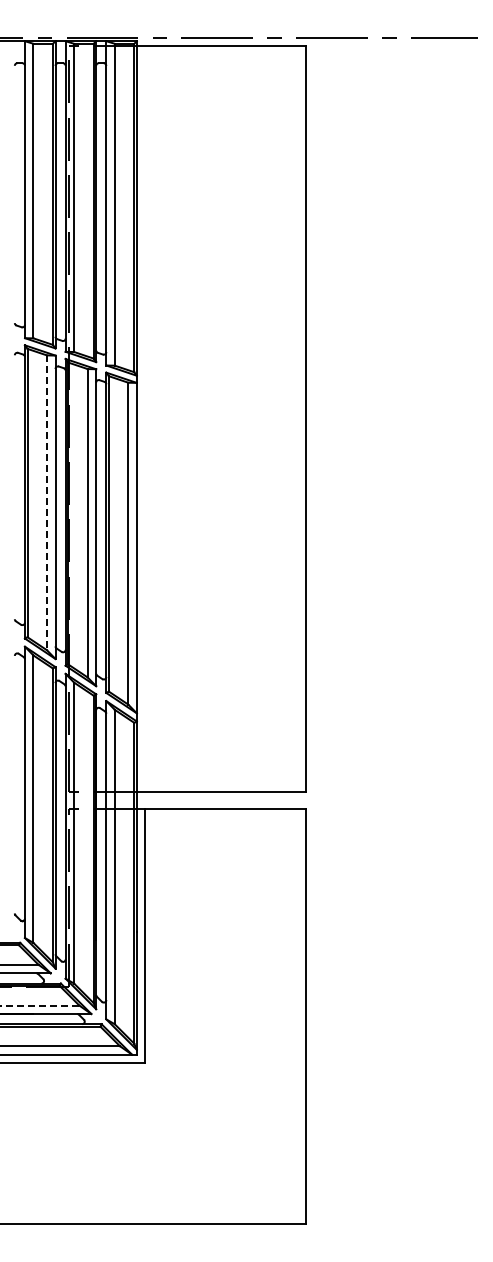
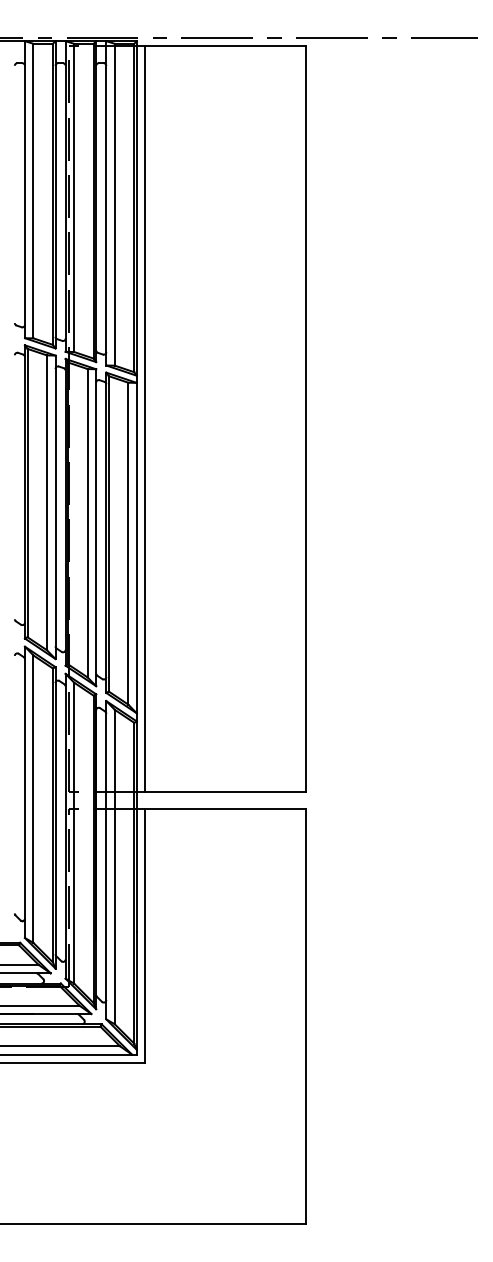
line at (145, 418): none -> present
line at (47, 503): dashed -> solid
line at (39, 1005): dashed -> solid
